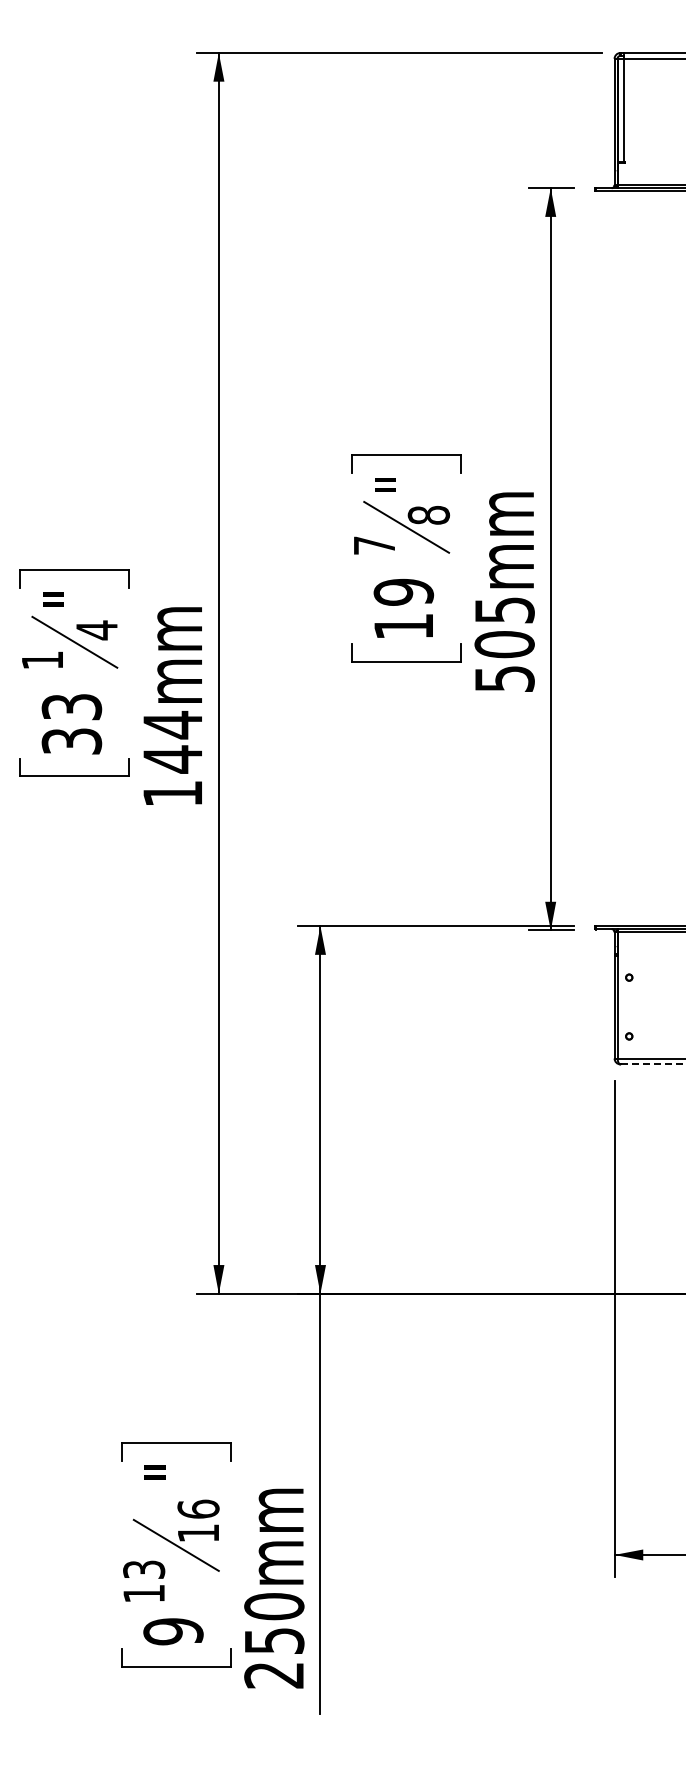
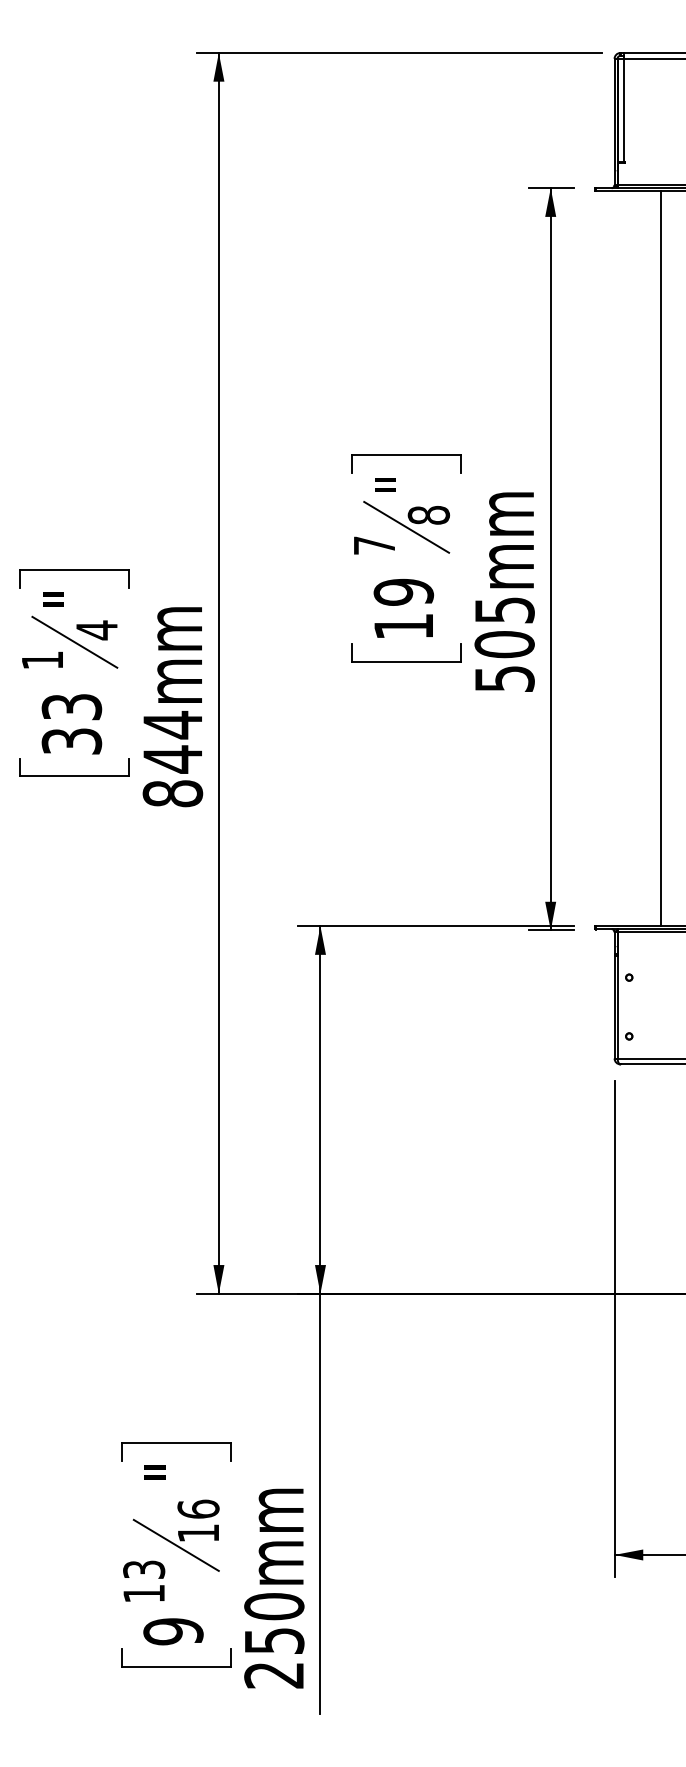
line at (660, 558): none -> present
text at (172, 793): 144mm -> 844mm
line at (653, 1064): dashed -> solid
